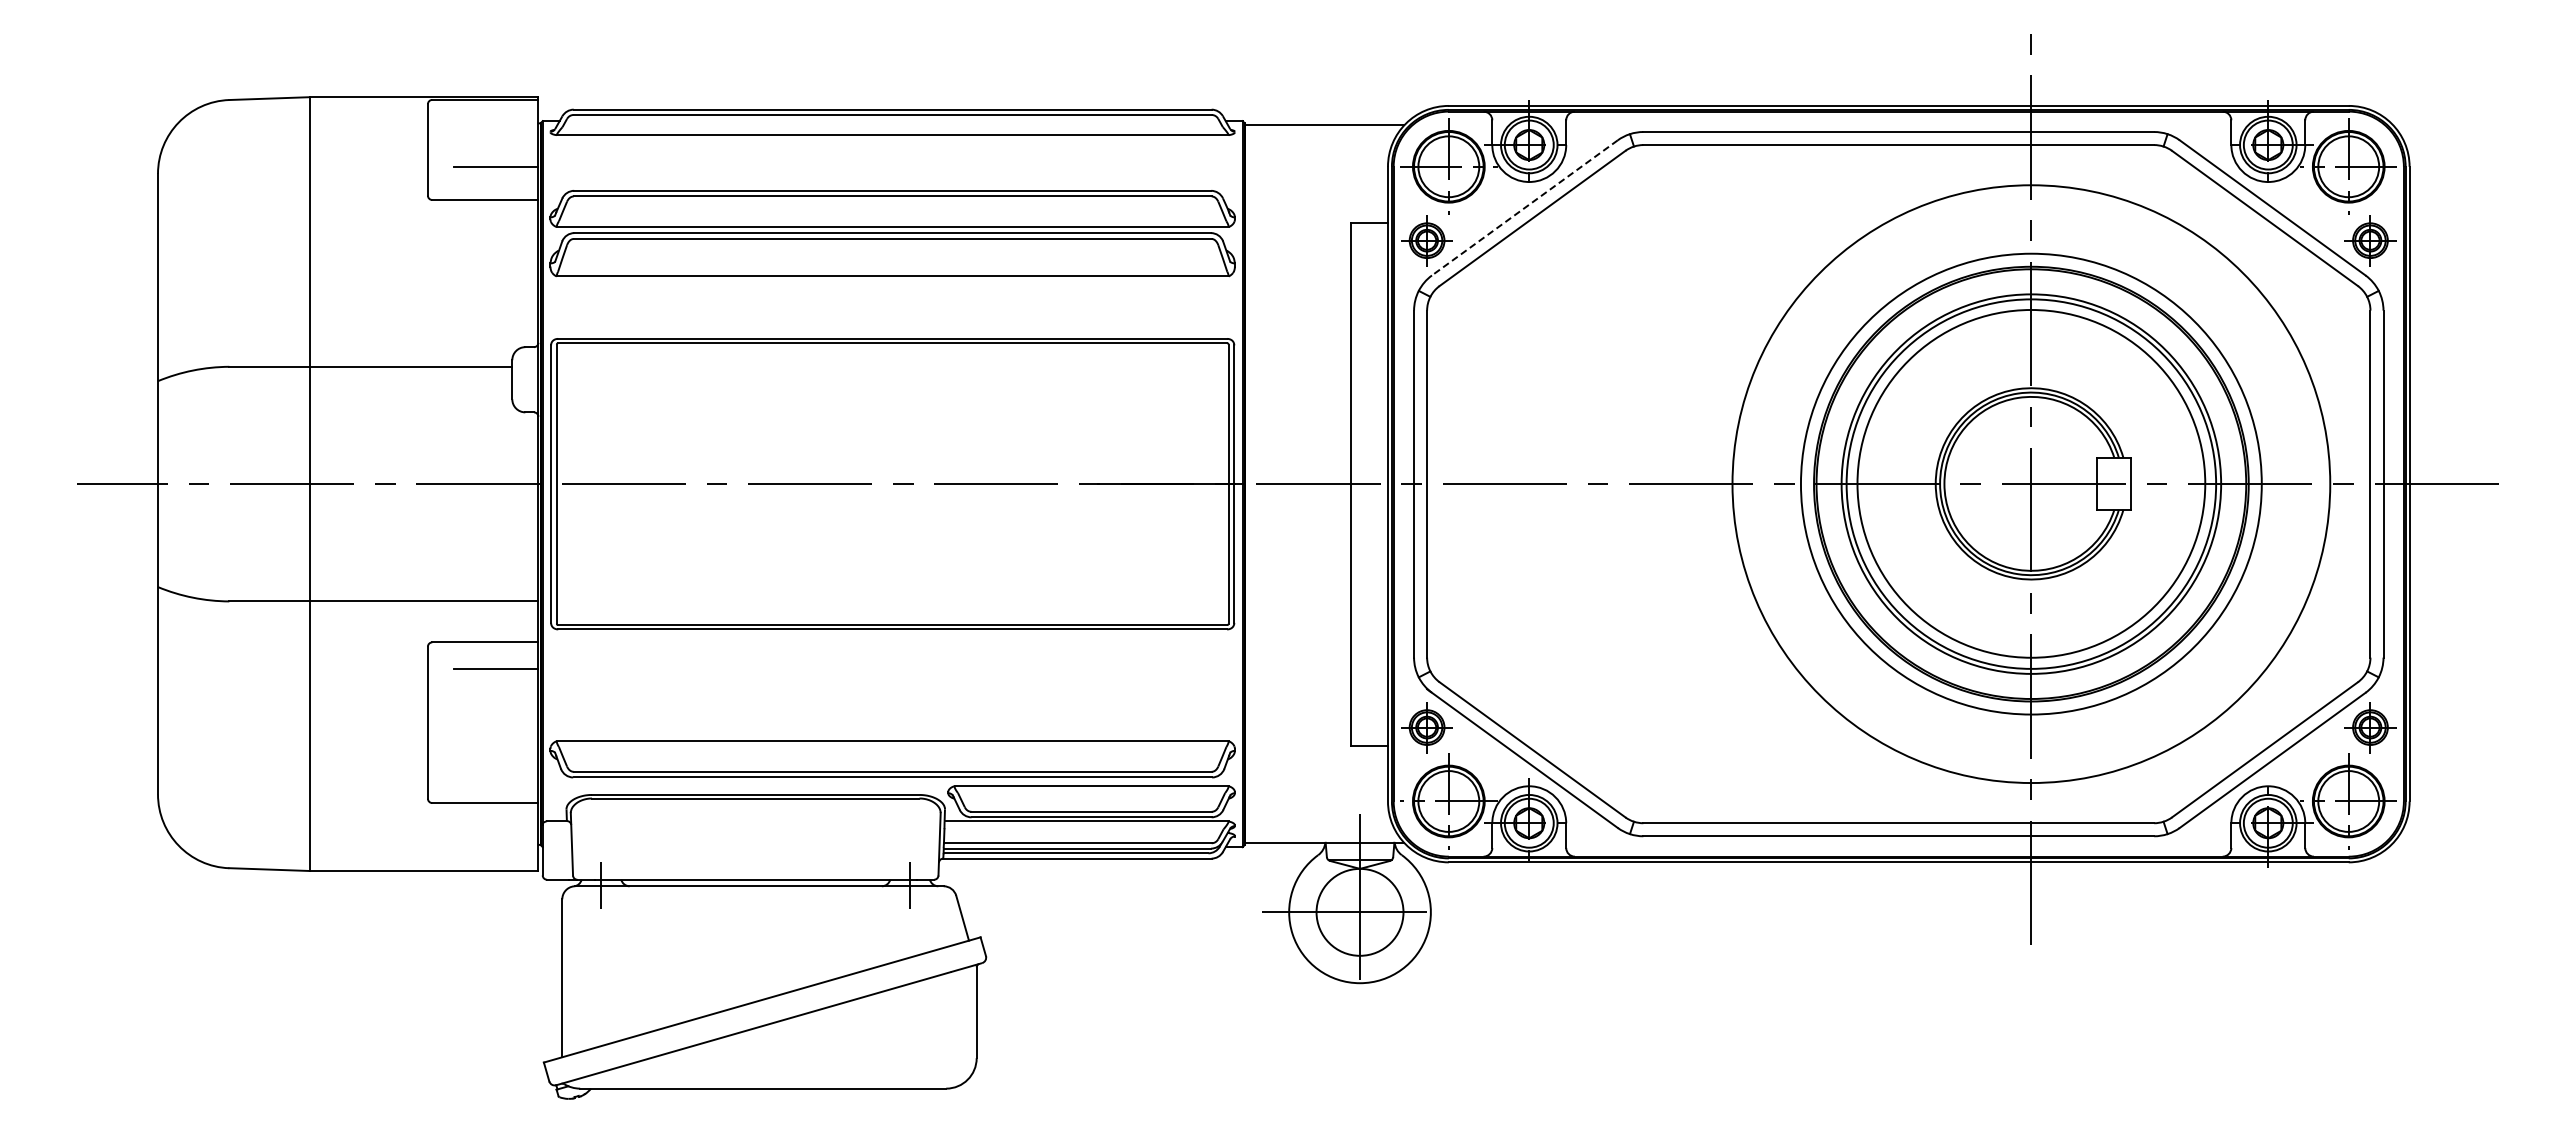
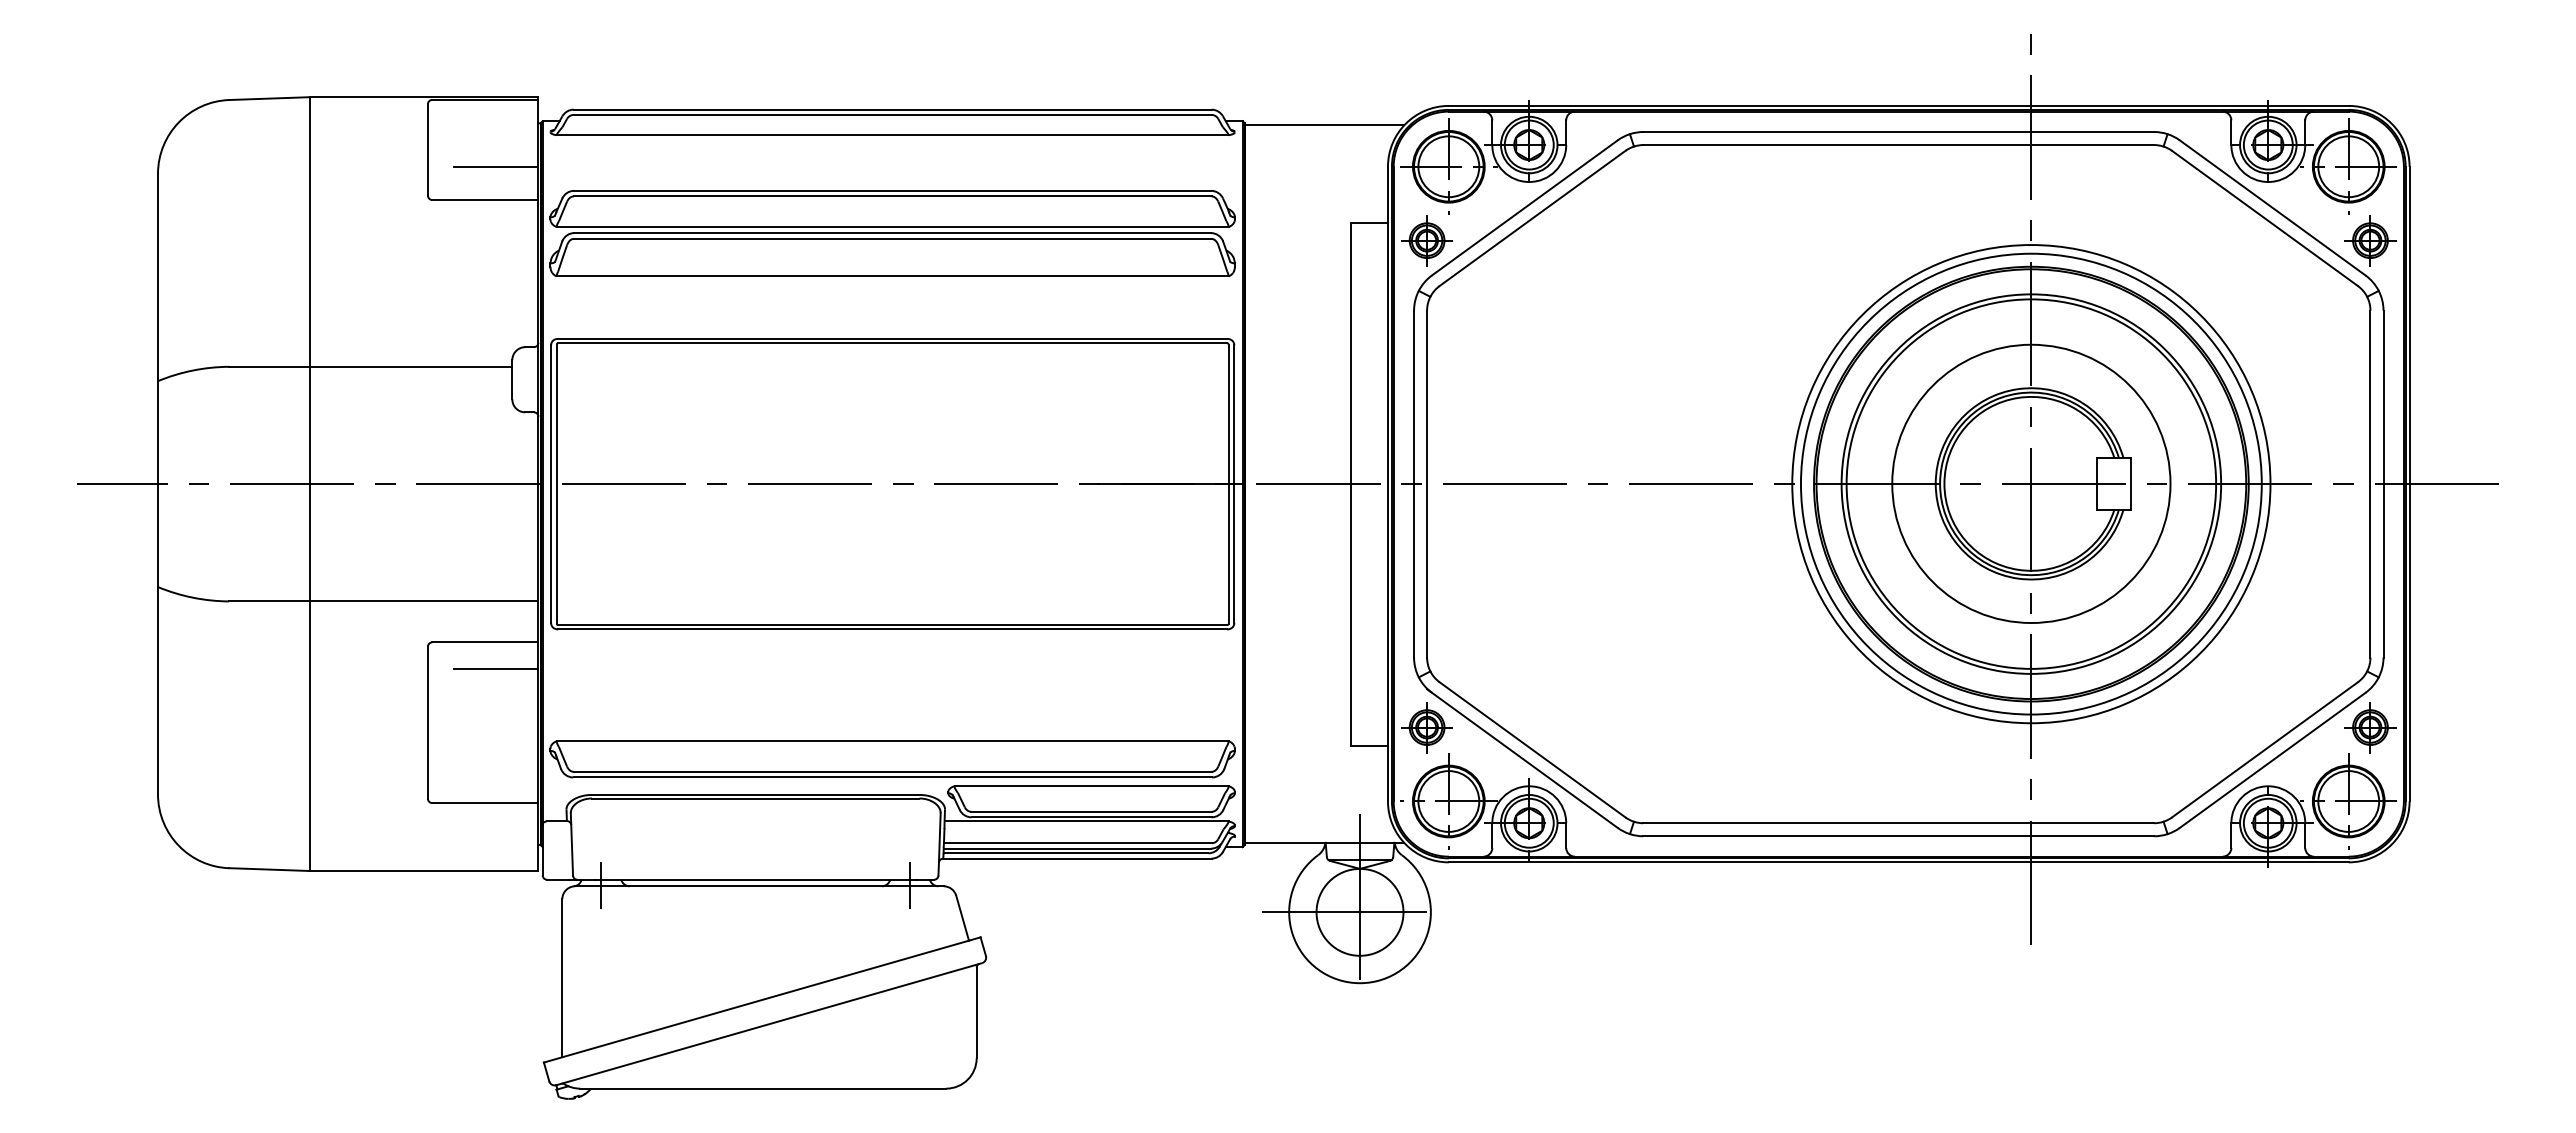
line at (1524, 207): dashed -> solid
circle at (2031, 483) diameter: 348 px -> 278 px
circle at (2031, 484) diameter: 598 px -> 478 px
